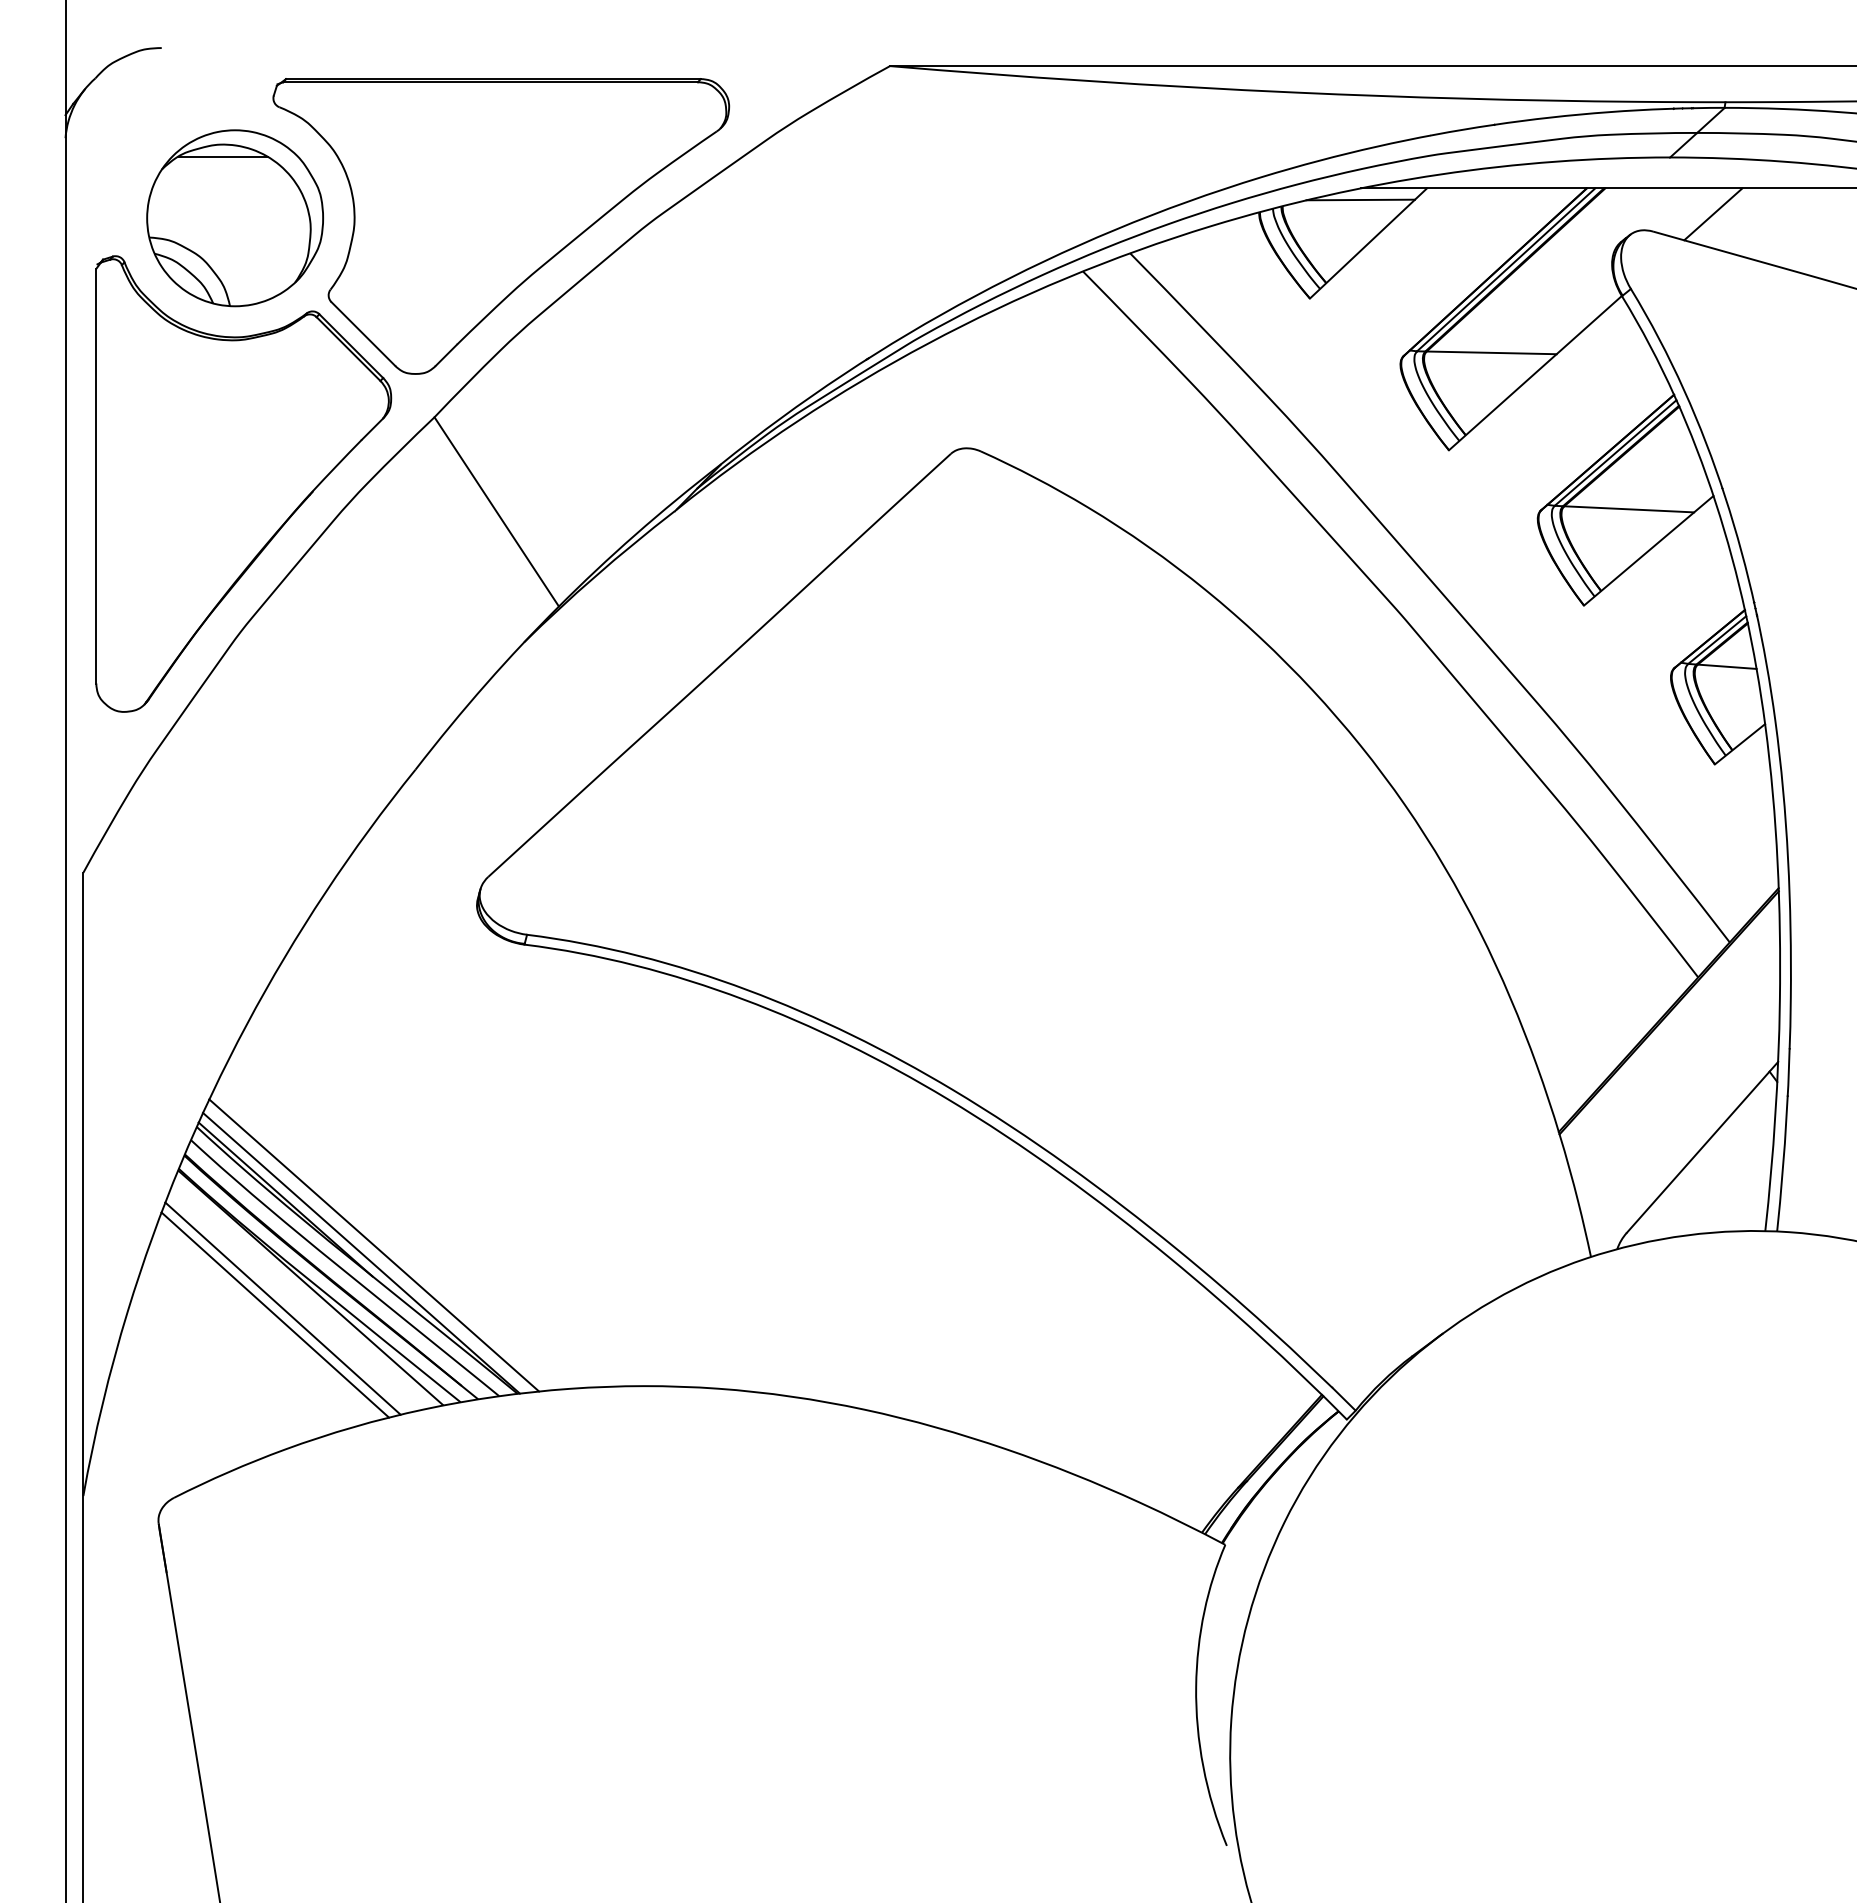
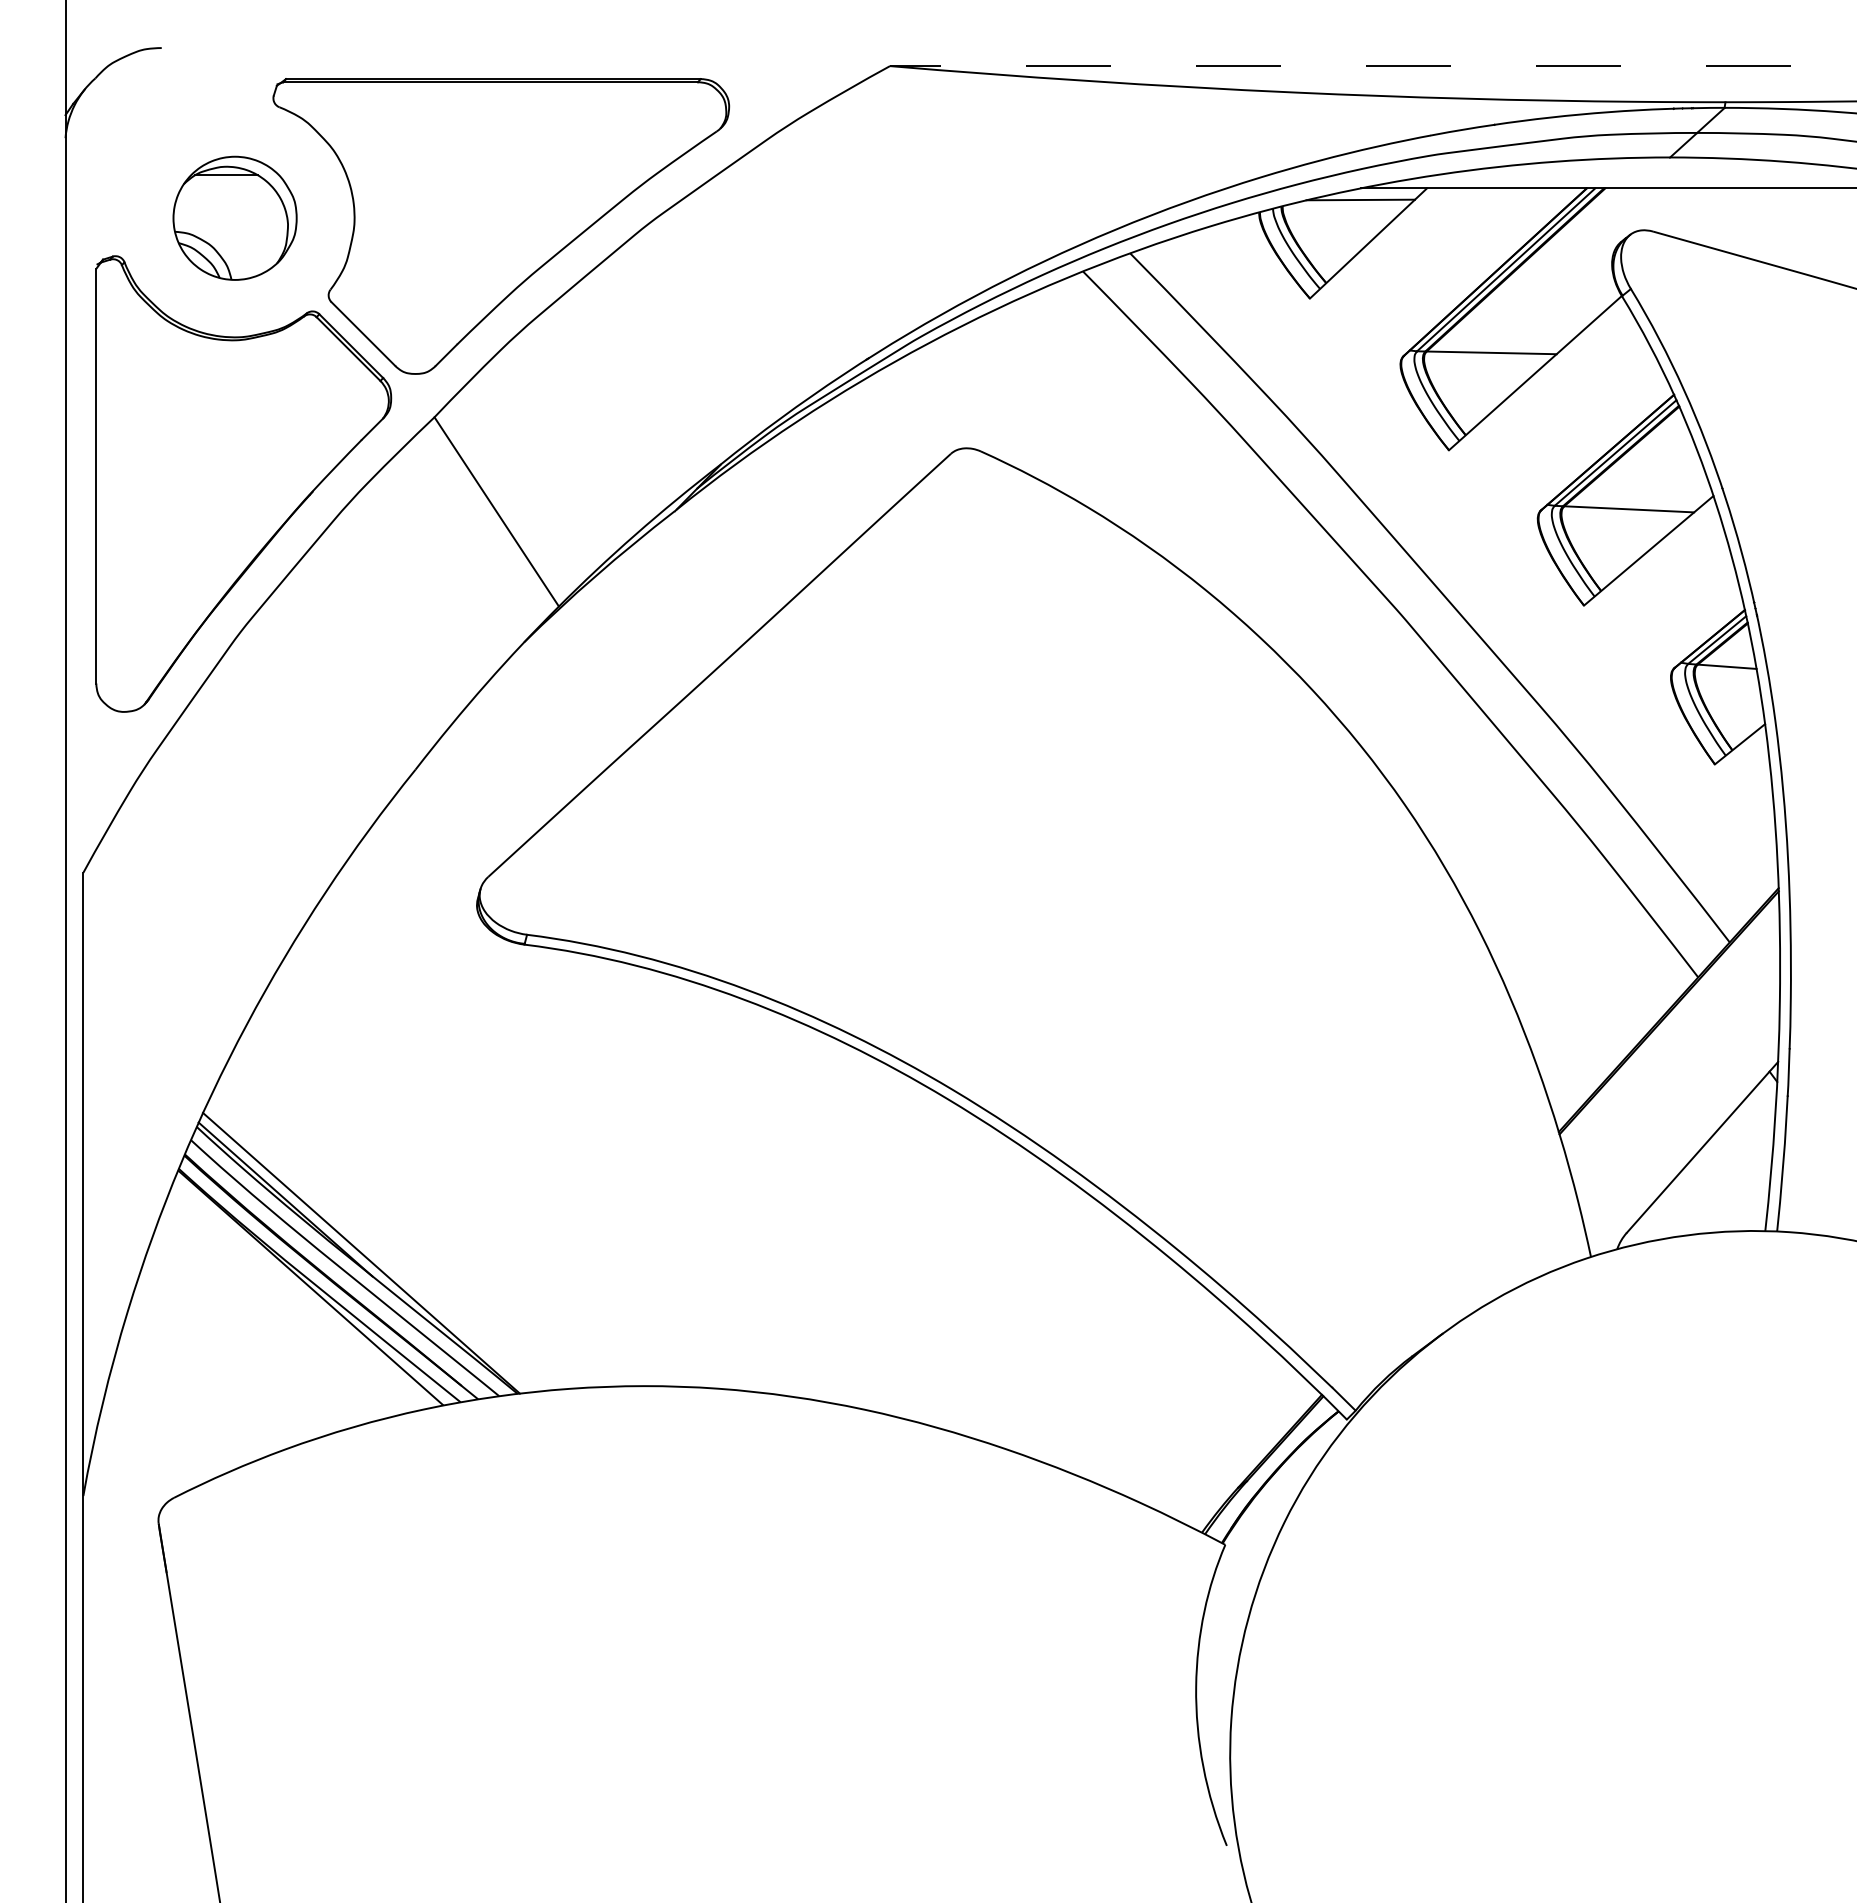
line at (1372, 66): solid -> dashed
line at (1713, 214): present -> none
part at (234, 218) size: 178x179 px -> 126x126 px
line at (374, 1245): present -> none
line at (282, 1308): present -> none
line at (275, 1314): present -> none
